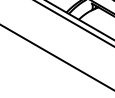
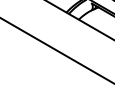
line at (74, 23): present -> none
line at (56, 56) position: (56, 56) -> (56, 50)
